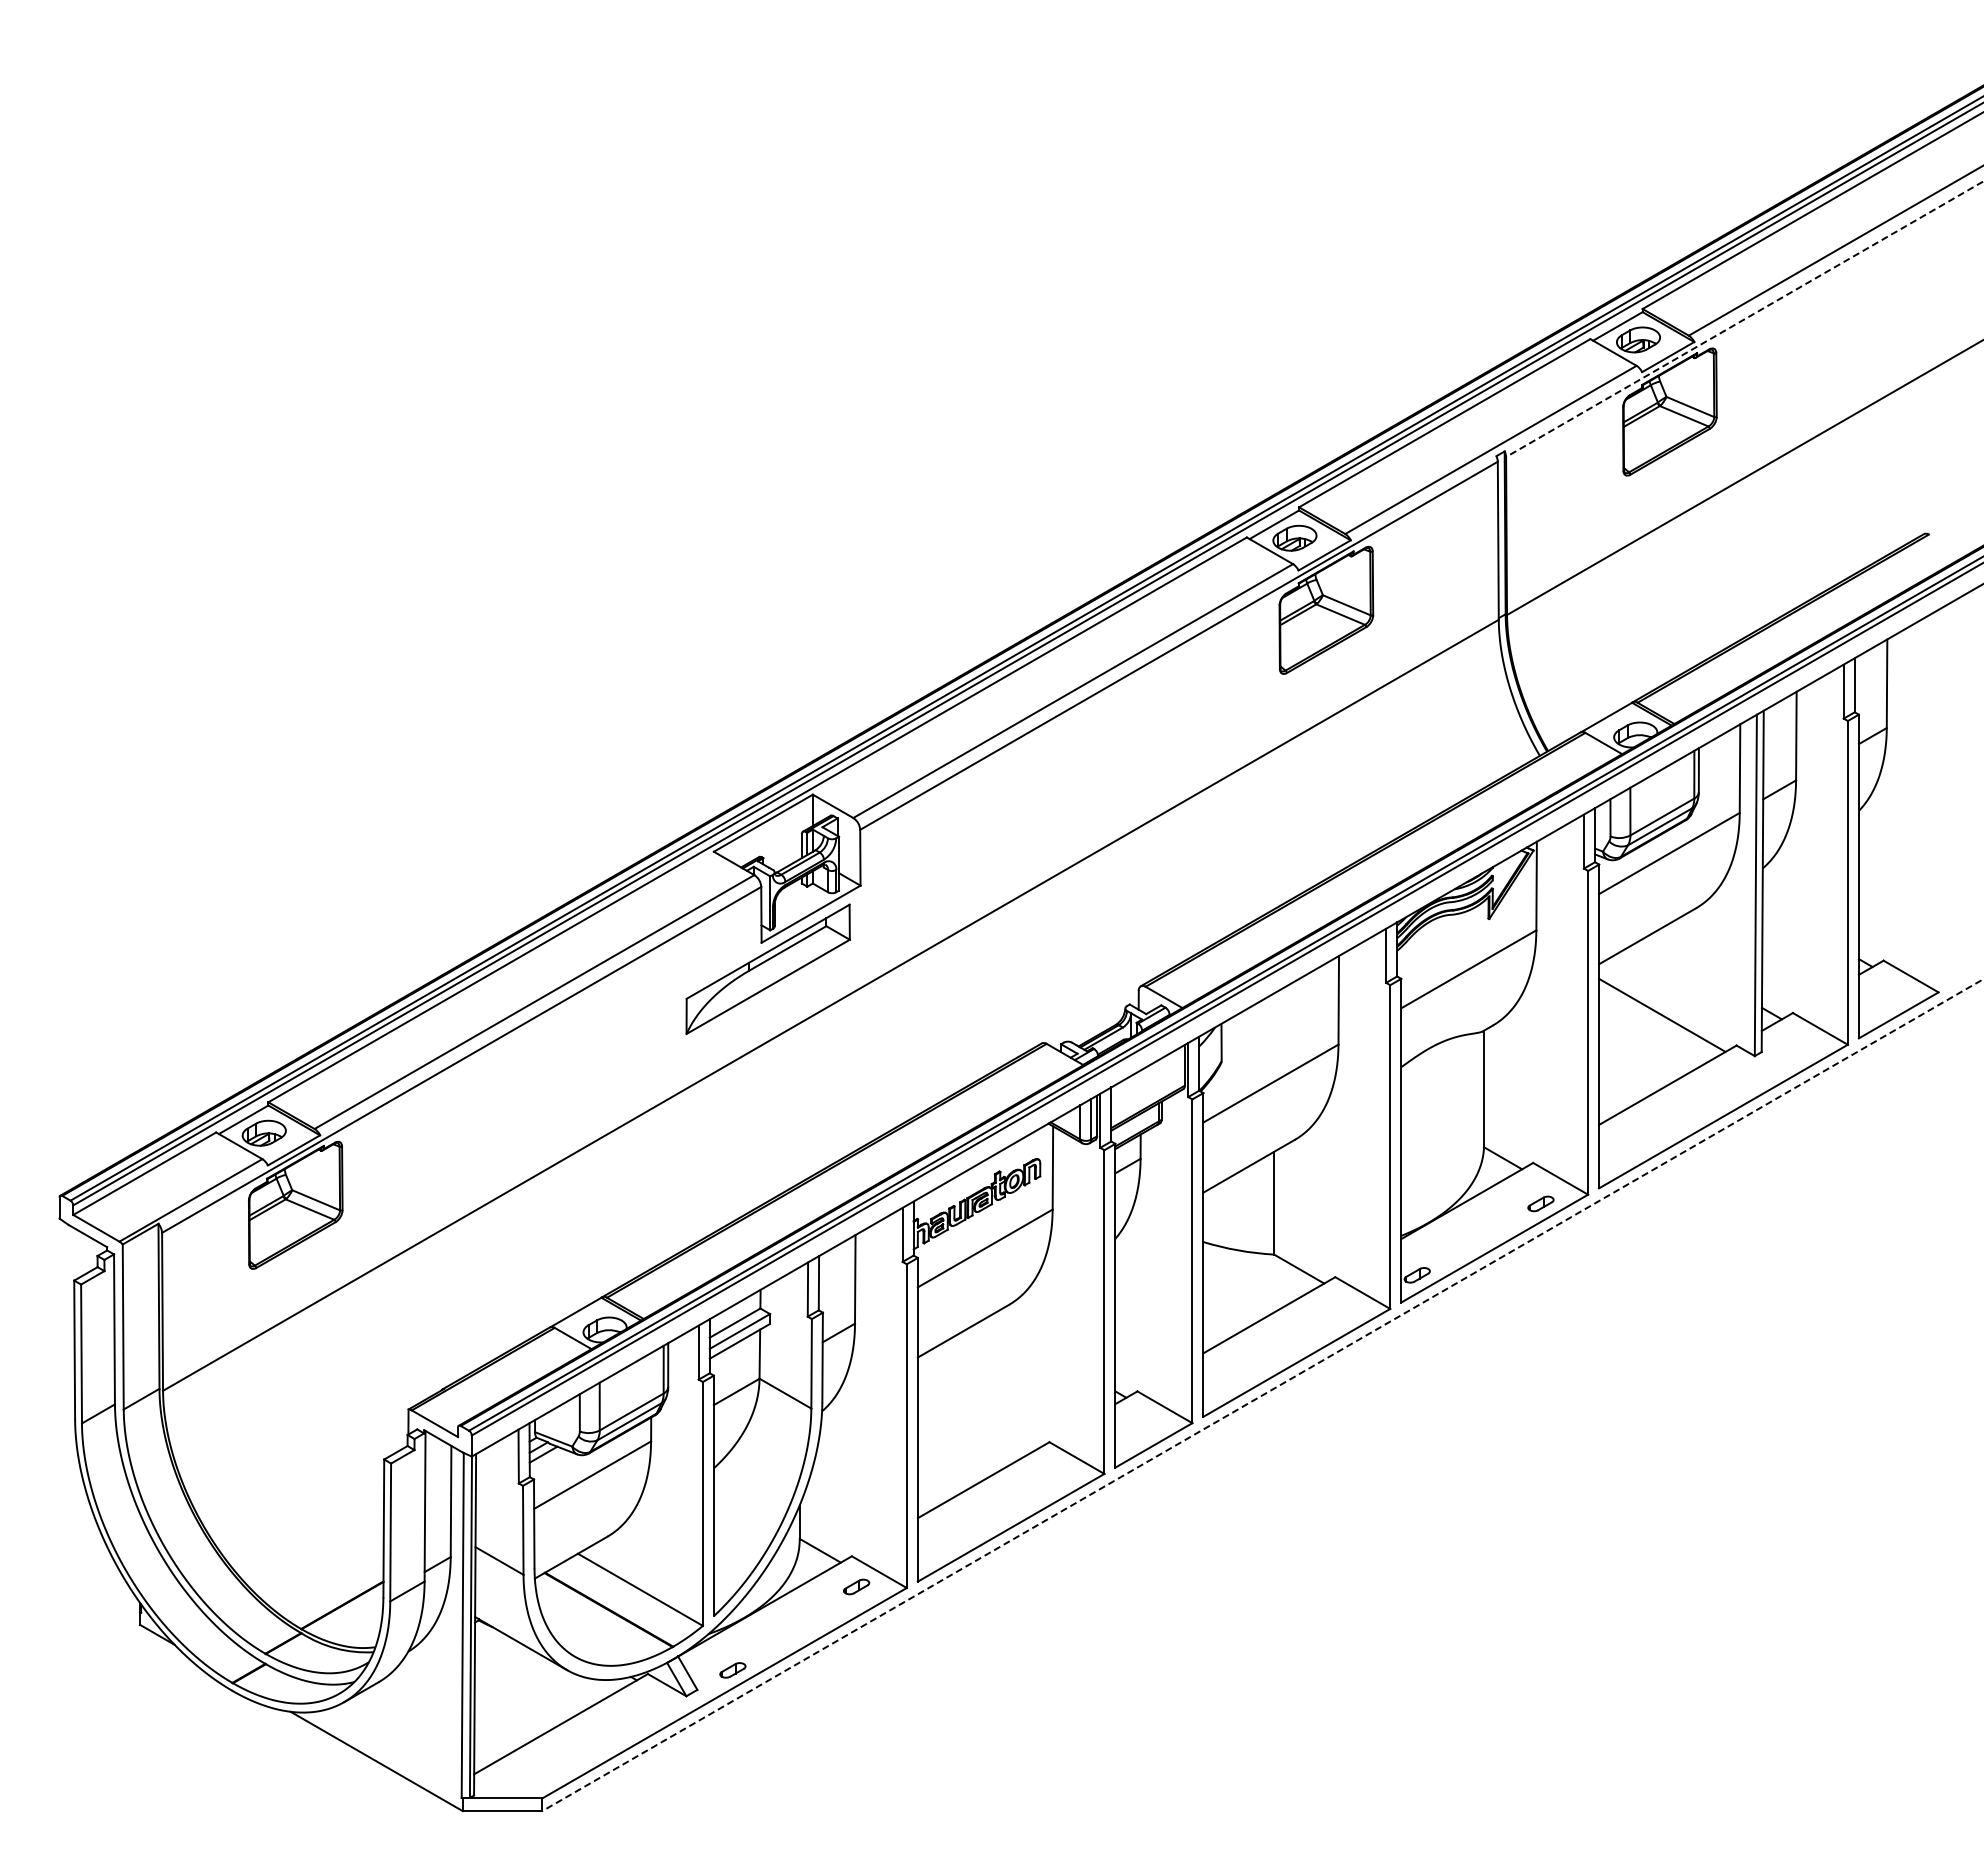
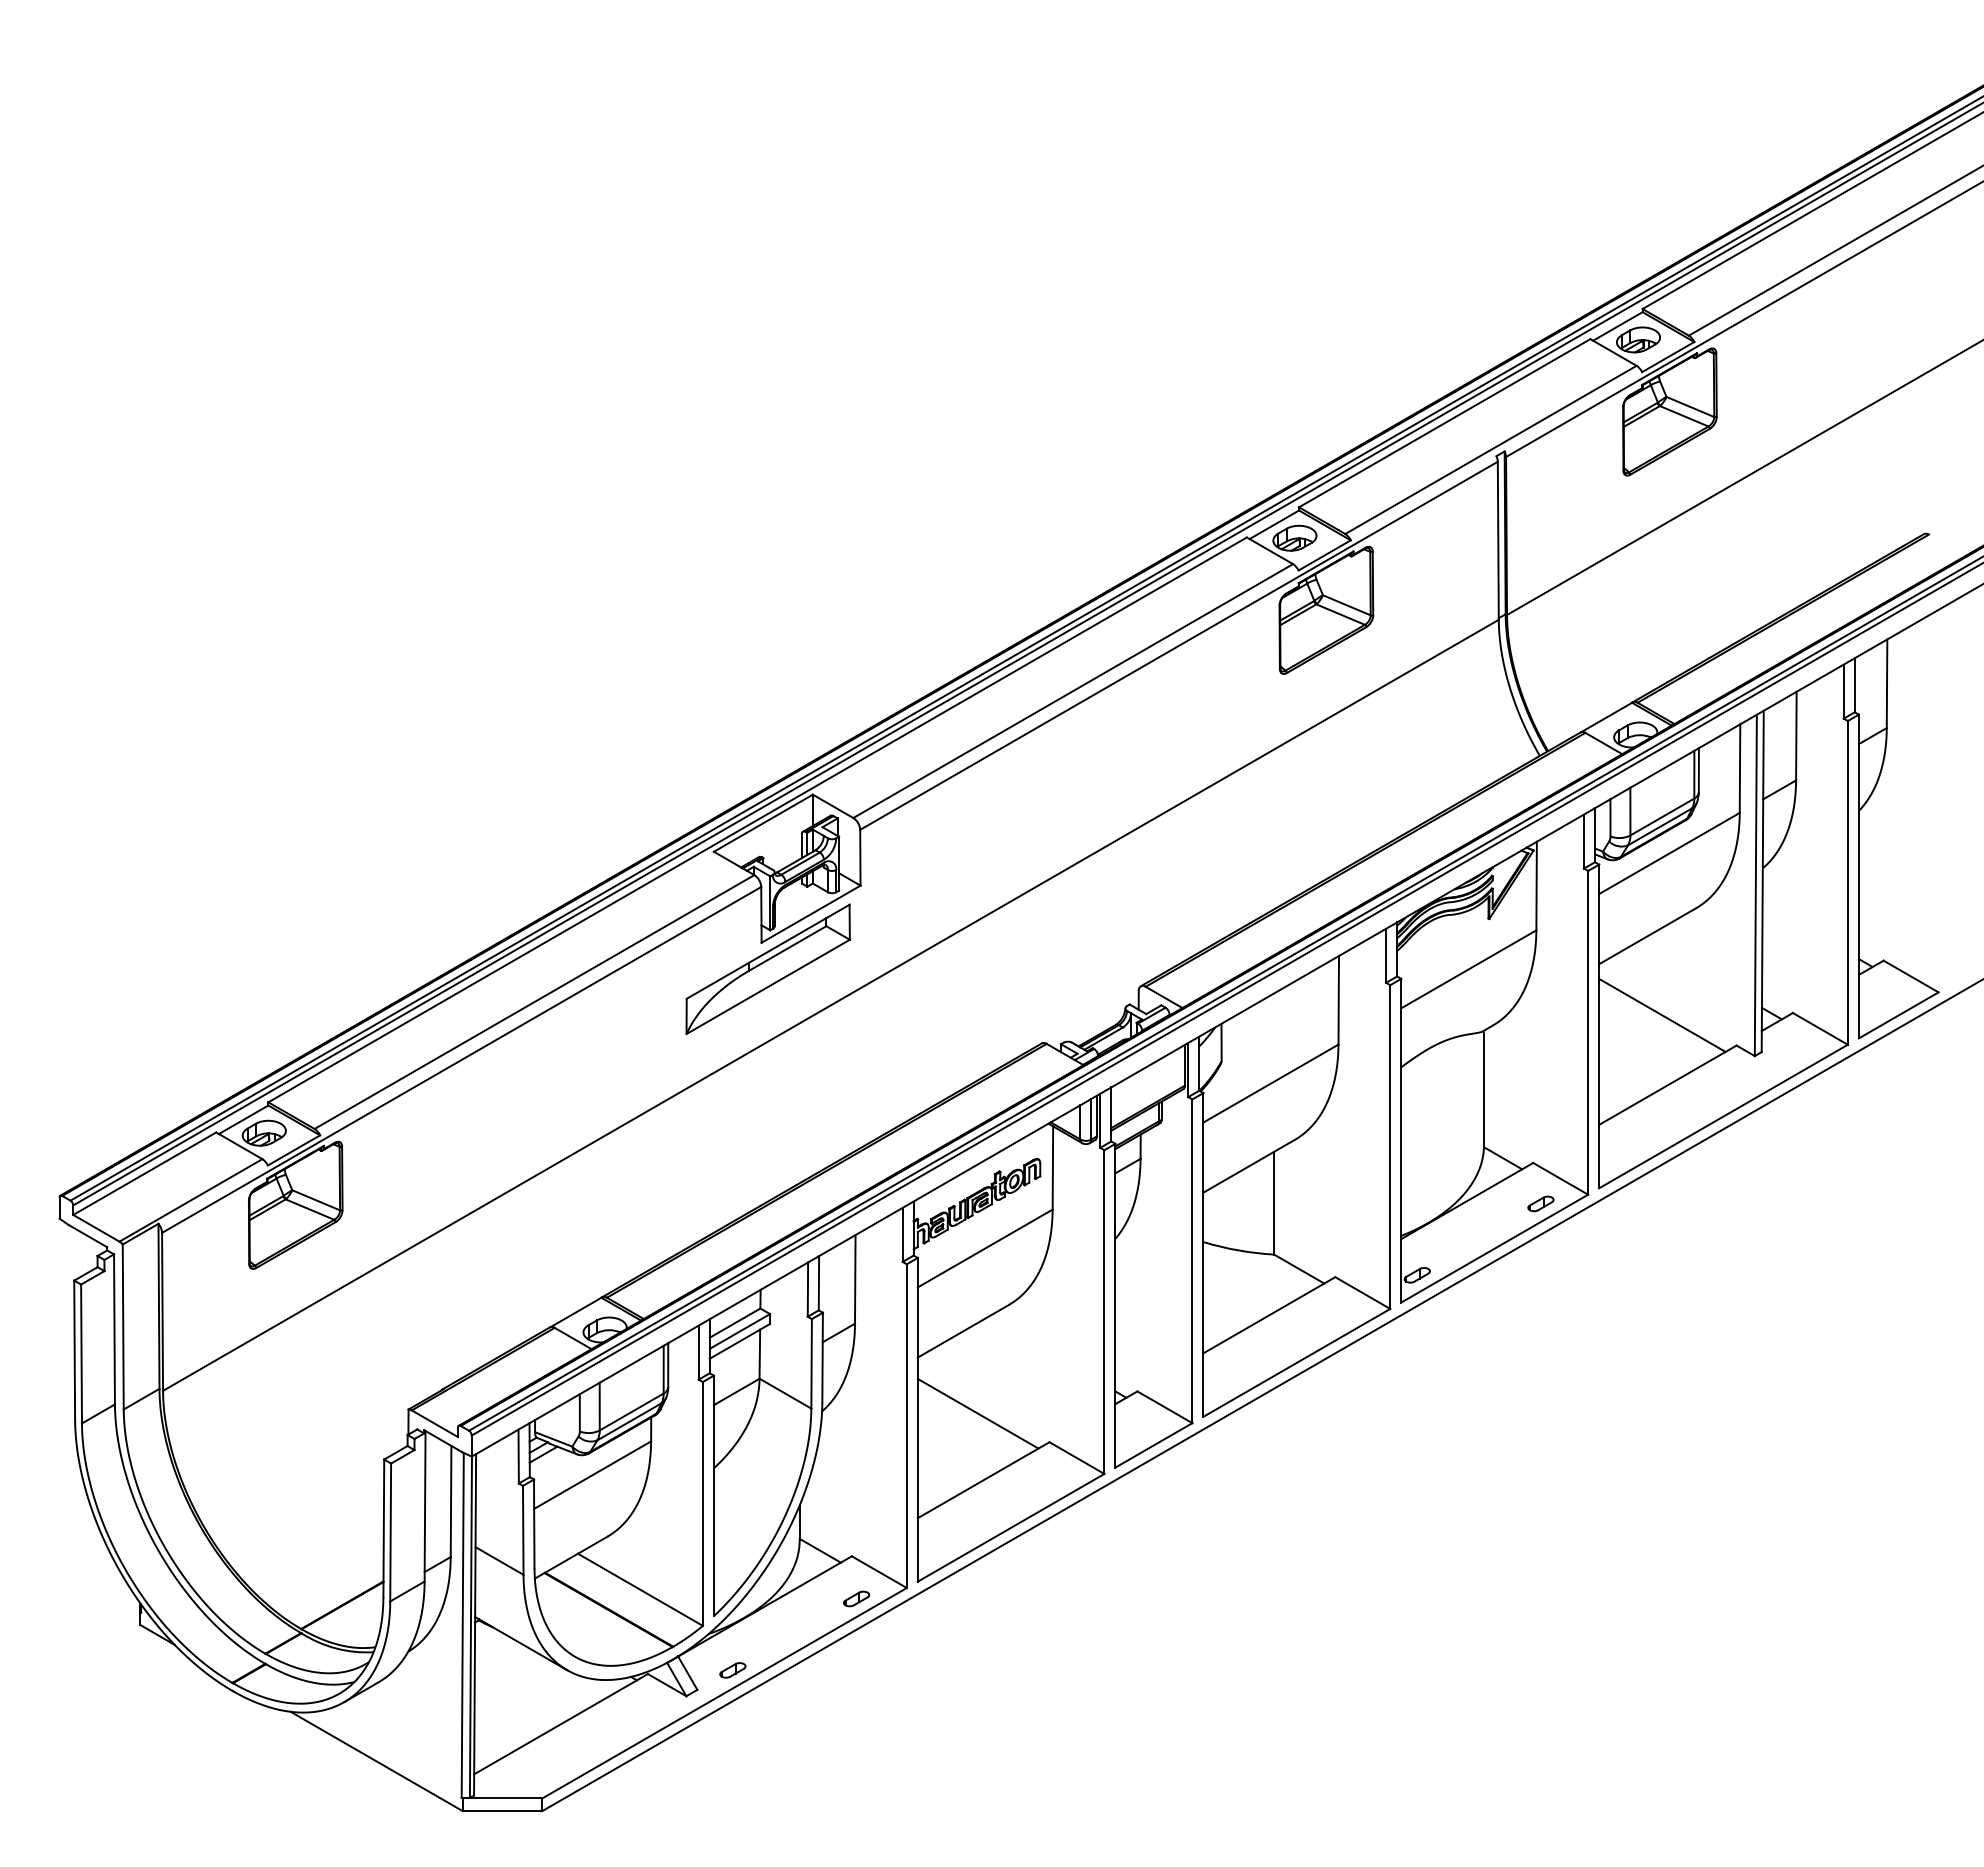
line at (1745, 319): dashed -> solid
line at (1262, 1395): dashed -> solid
line at (977, 1413): none -> present
part at (856, 1586) position: (856, 1586) -> (856, 1598)
